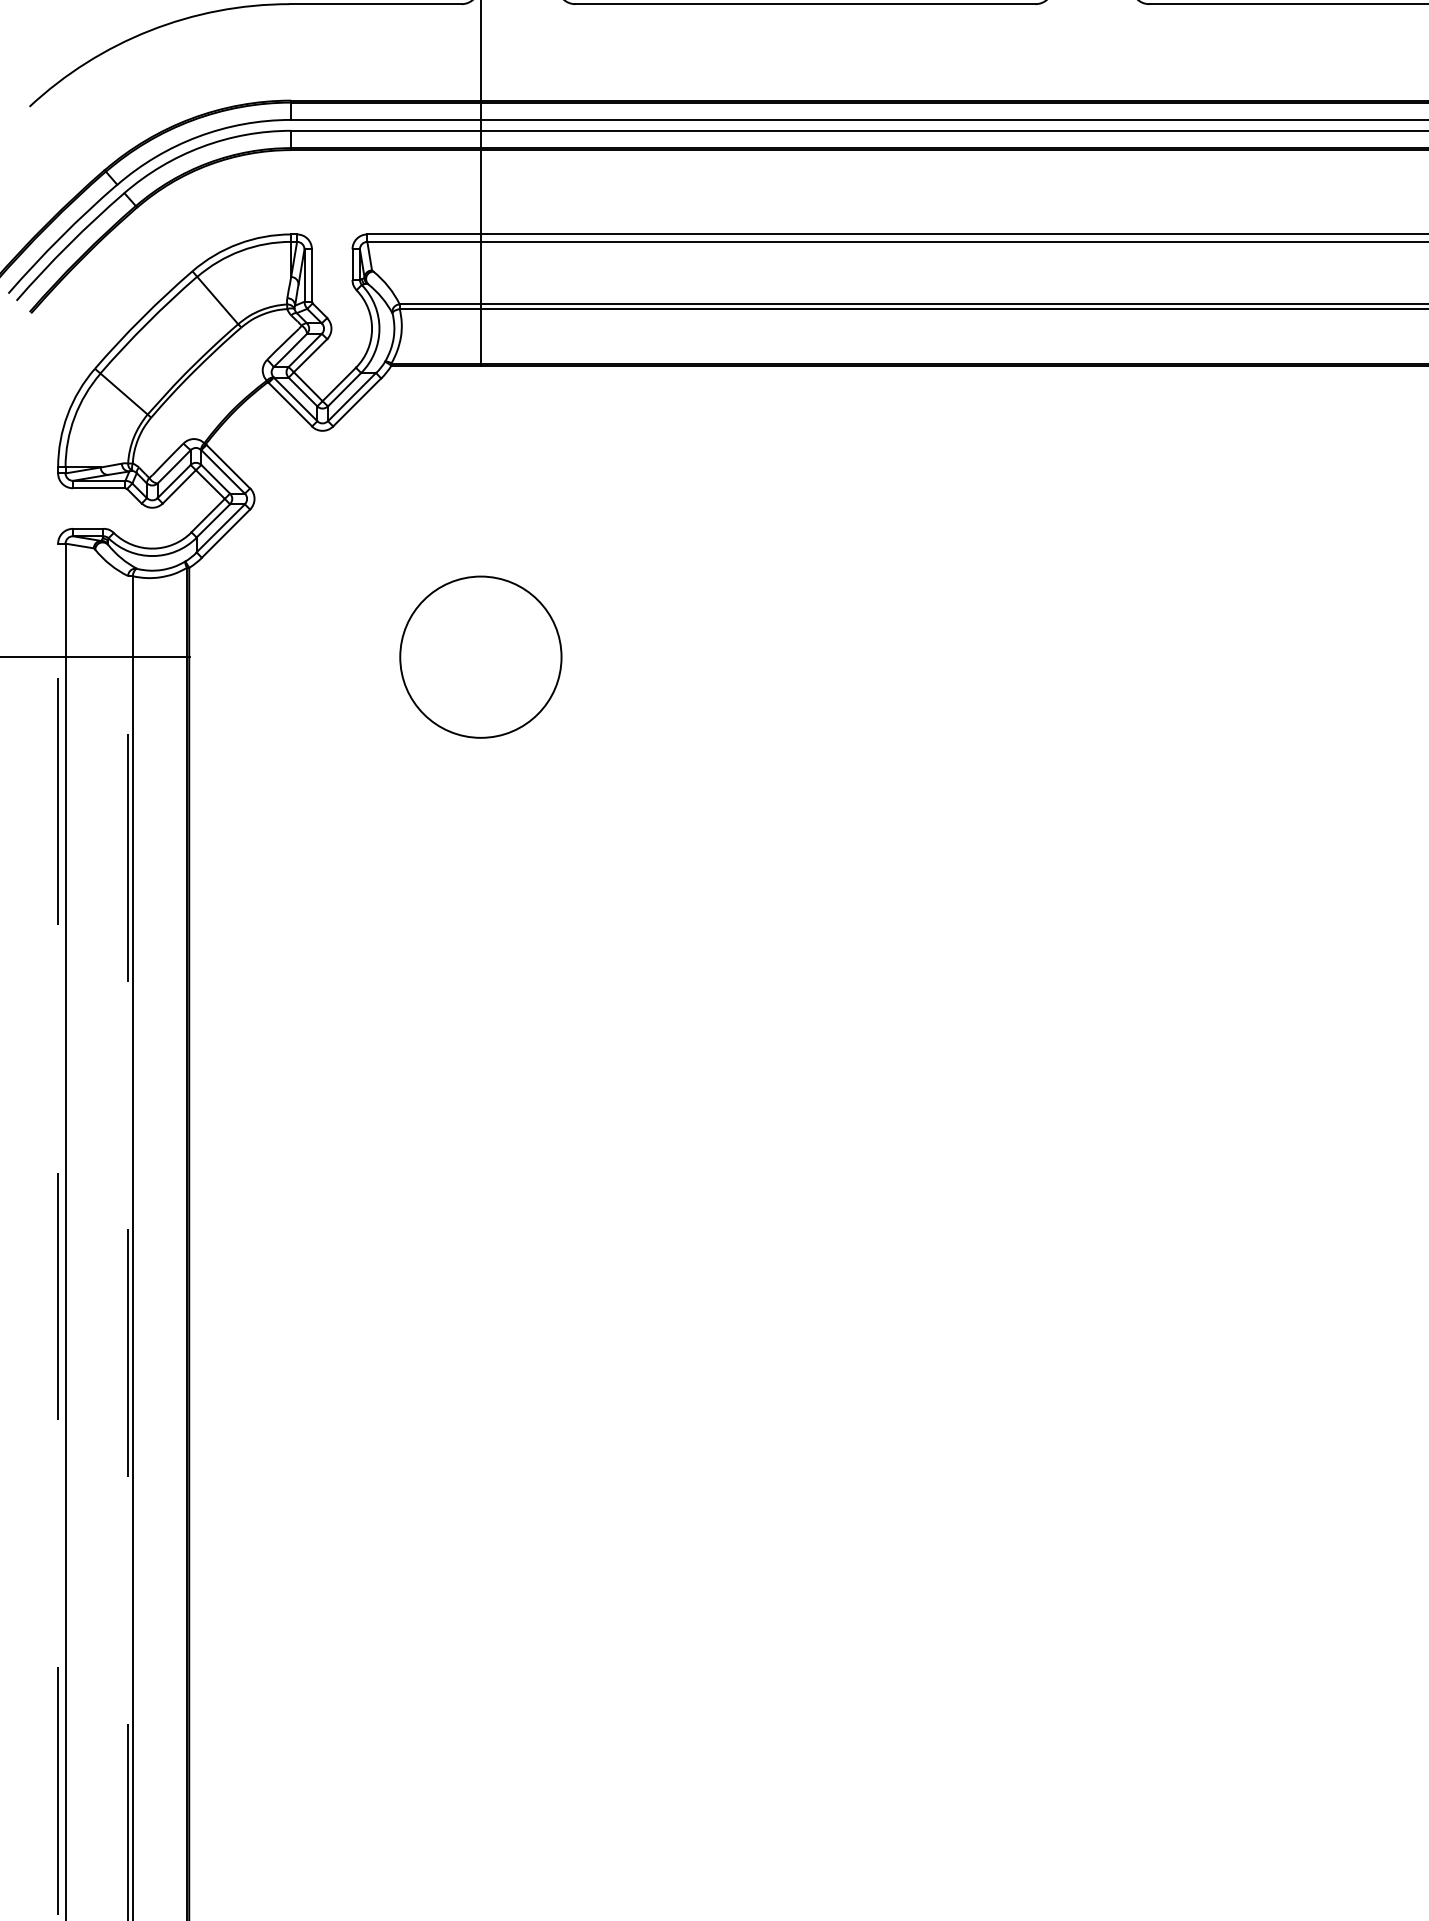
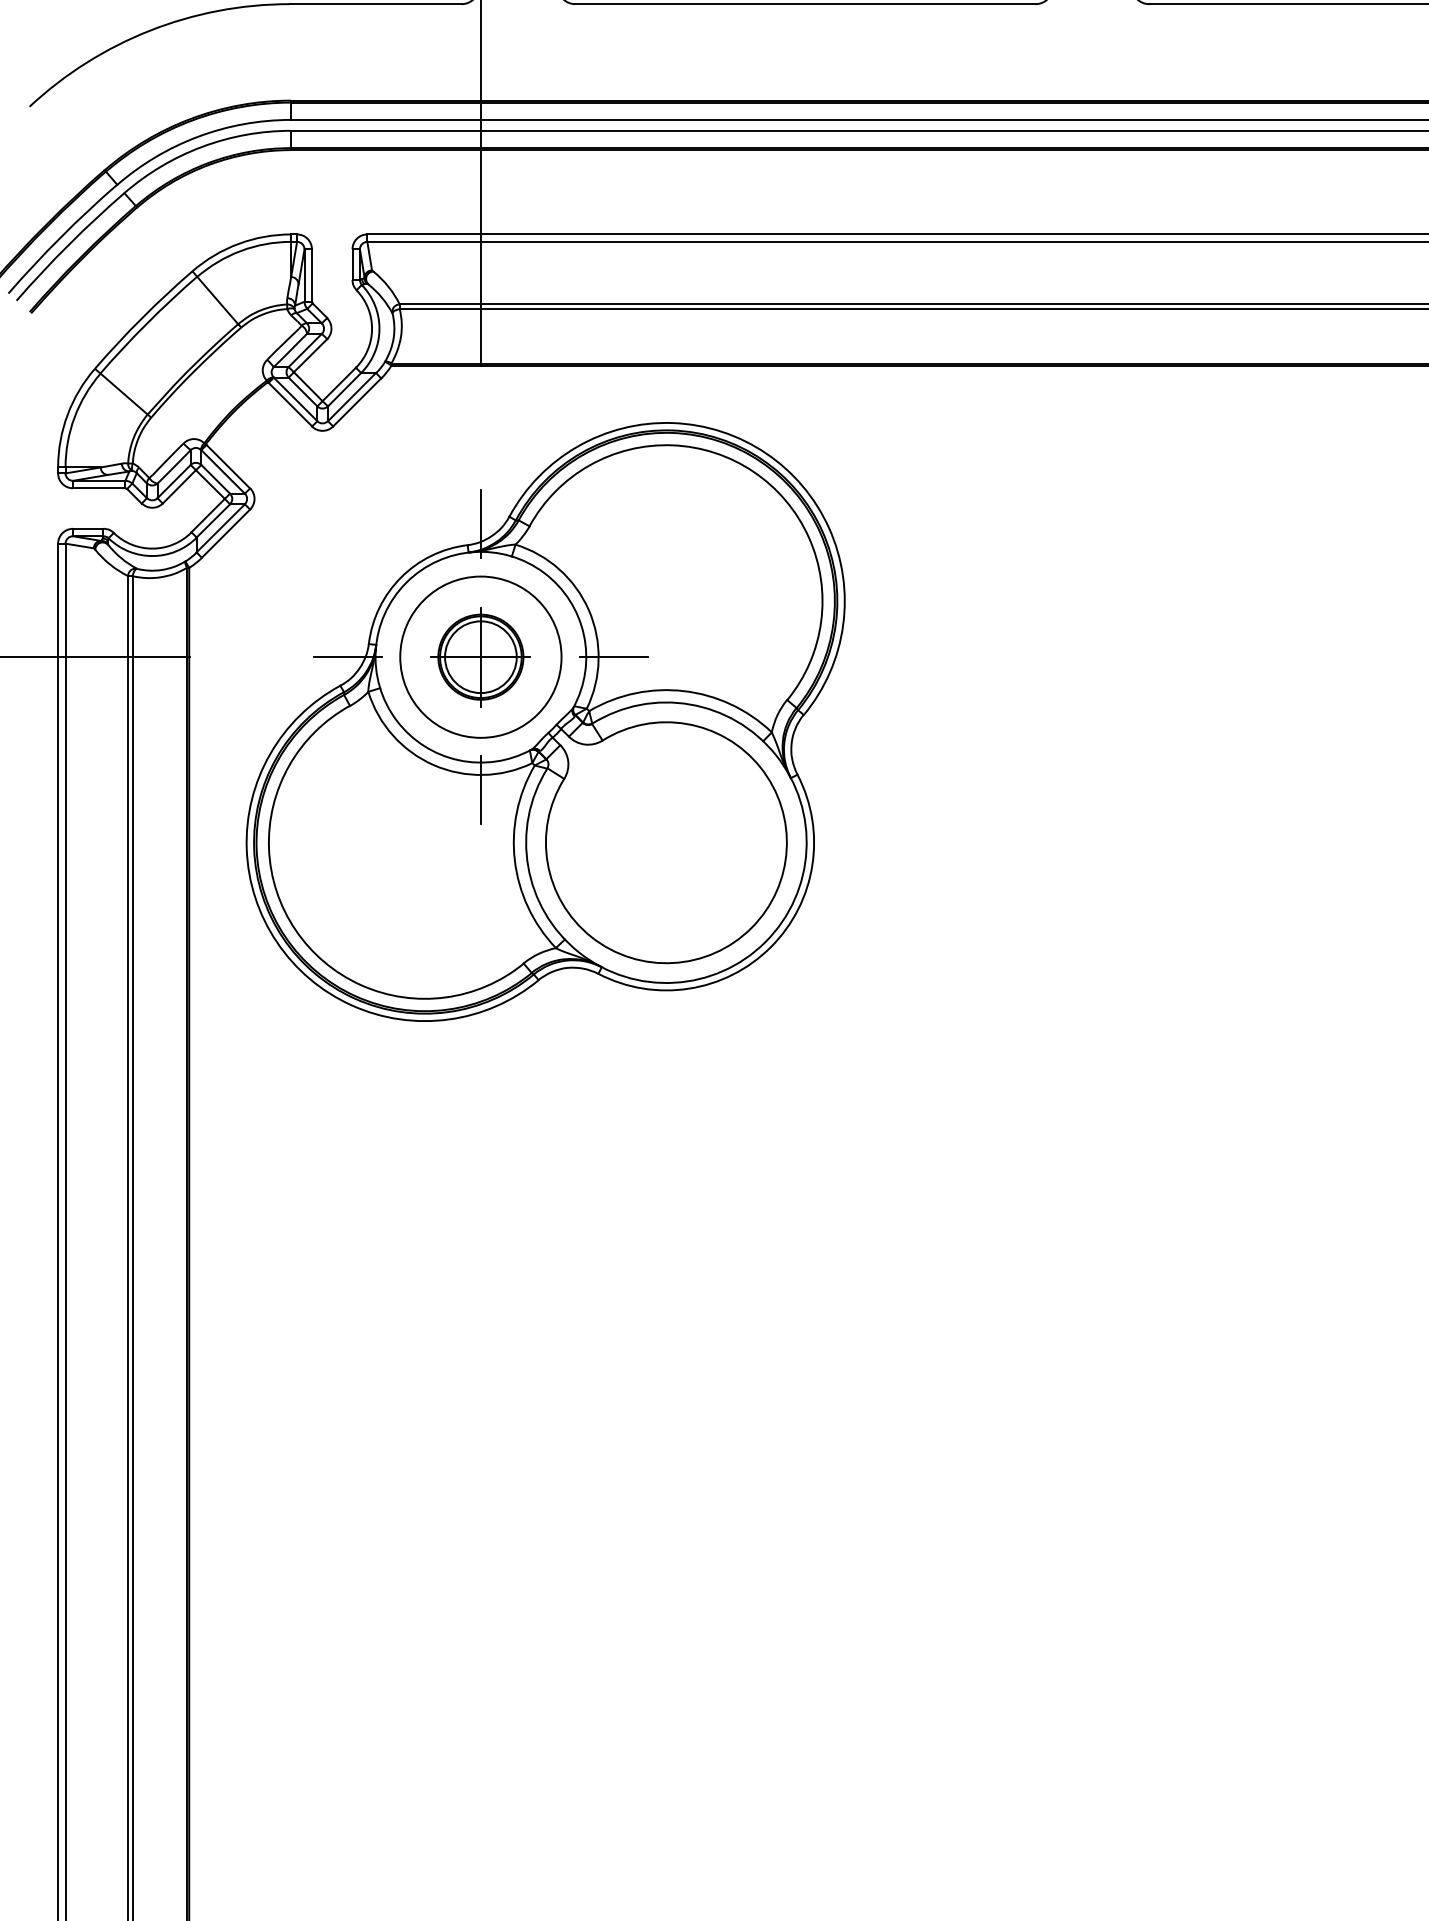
part at (545, 721): none -> present
line at (58, 1231): dashed -> solid
line at (128, 1247): dashed -> solid
